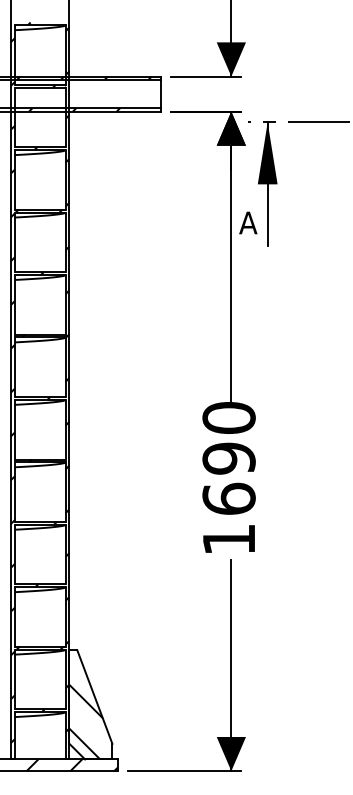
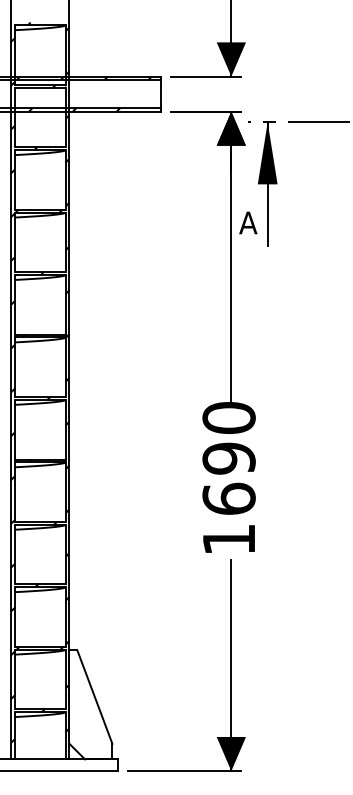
hatch at (85, 721): present -> none
hatch at (72, 765): present -> none
